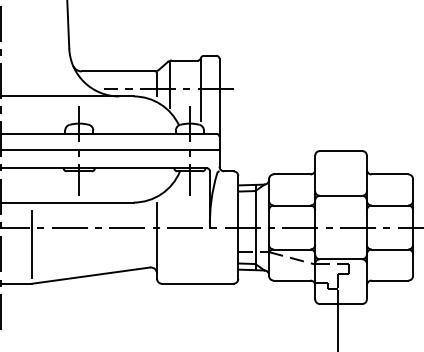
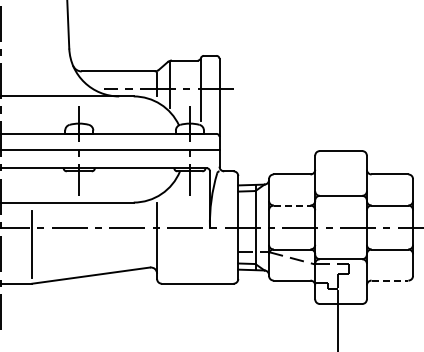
line at (292, 205): solid -> dashed
line at (390, 280): solid -> dashed
